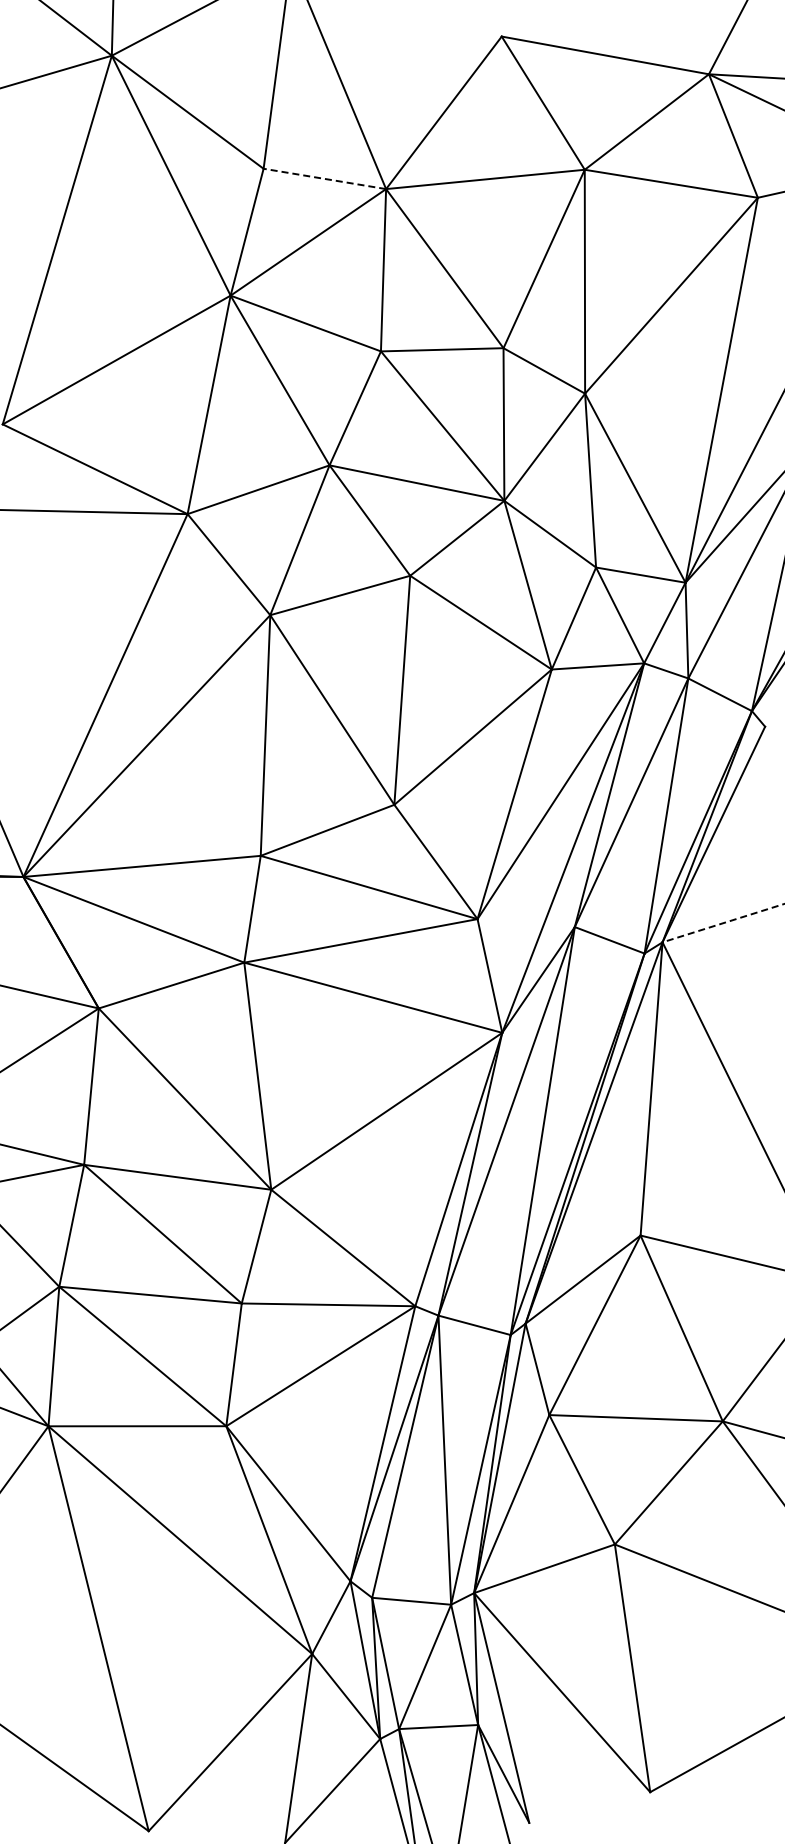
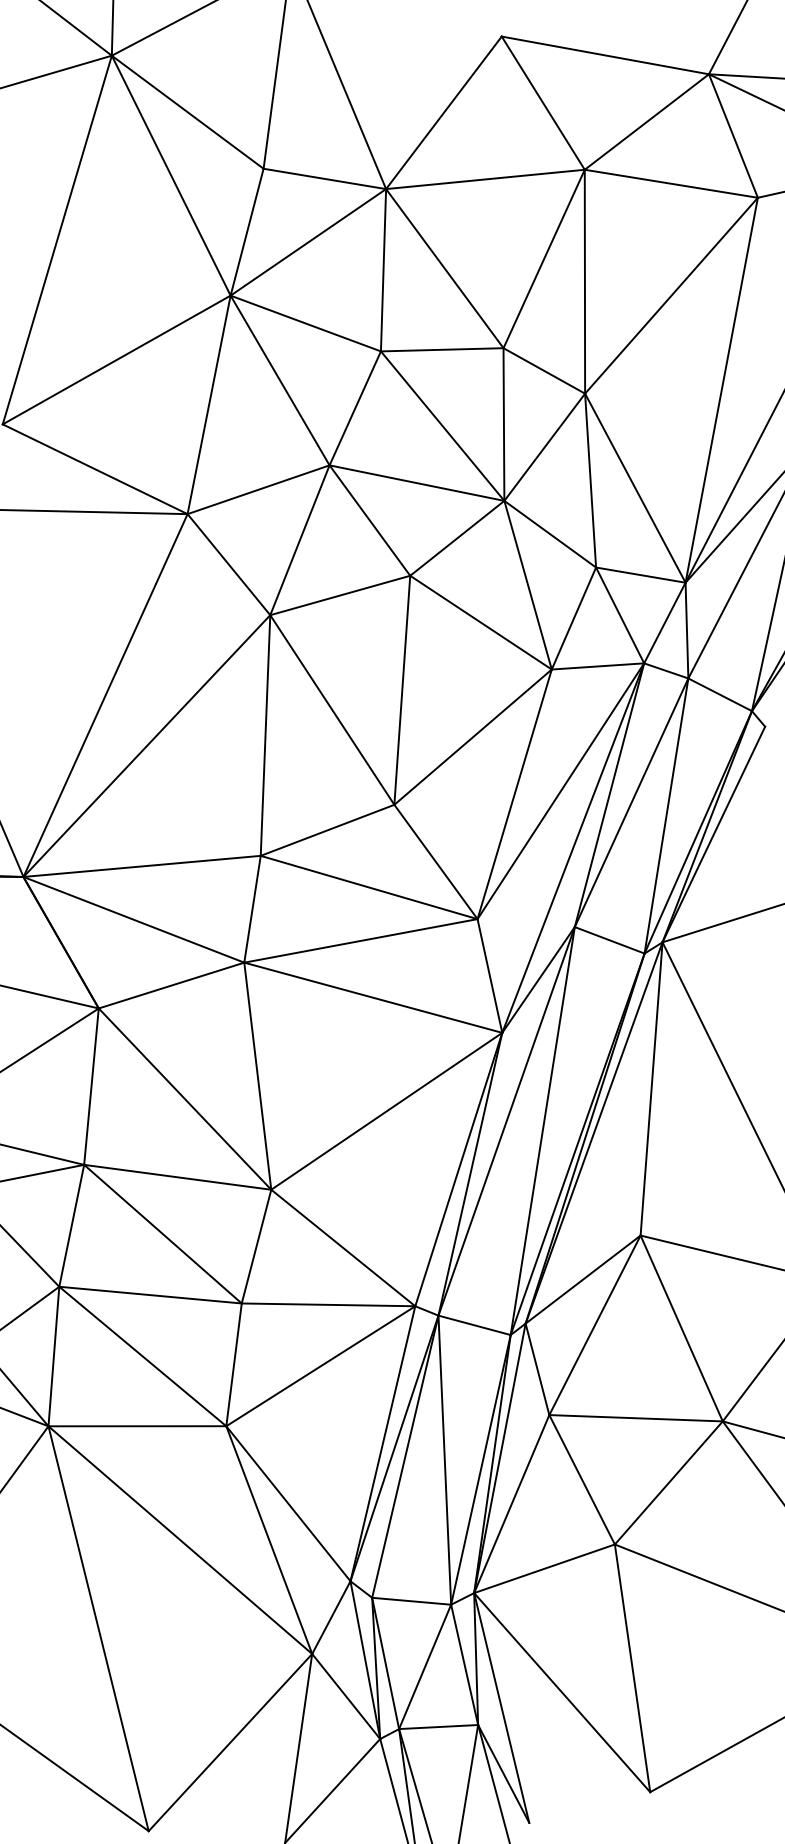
line at (324, 178): dashed -> solid
line at (723, 923): dashed -> solid
